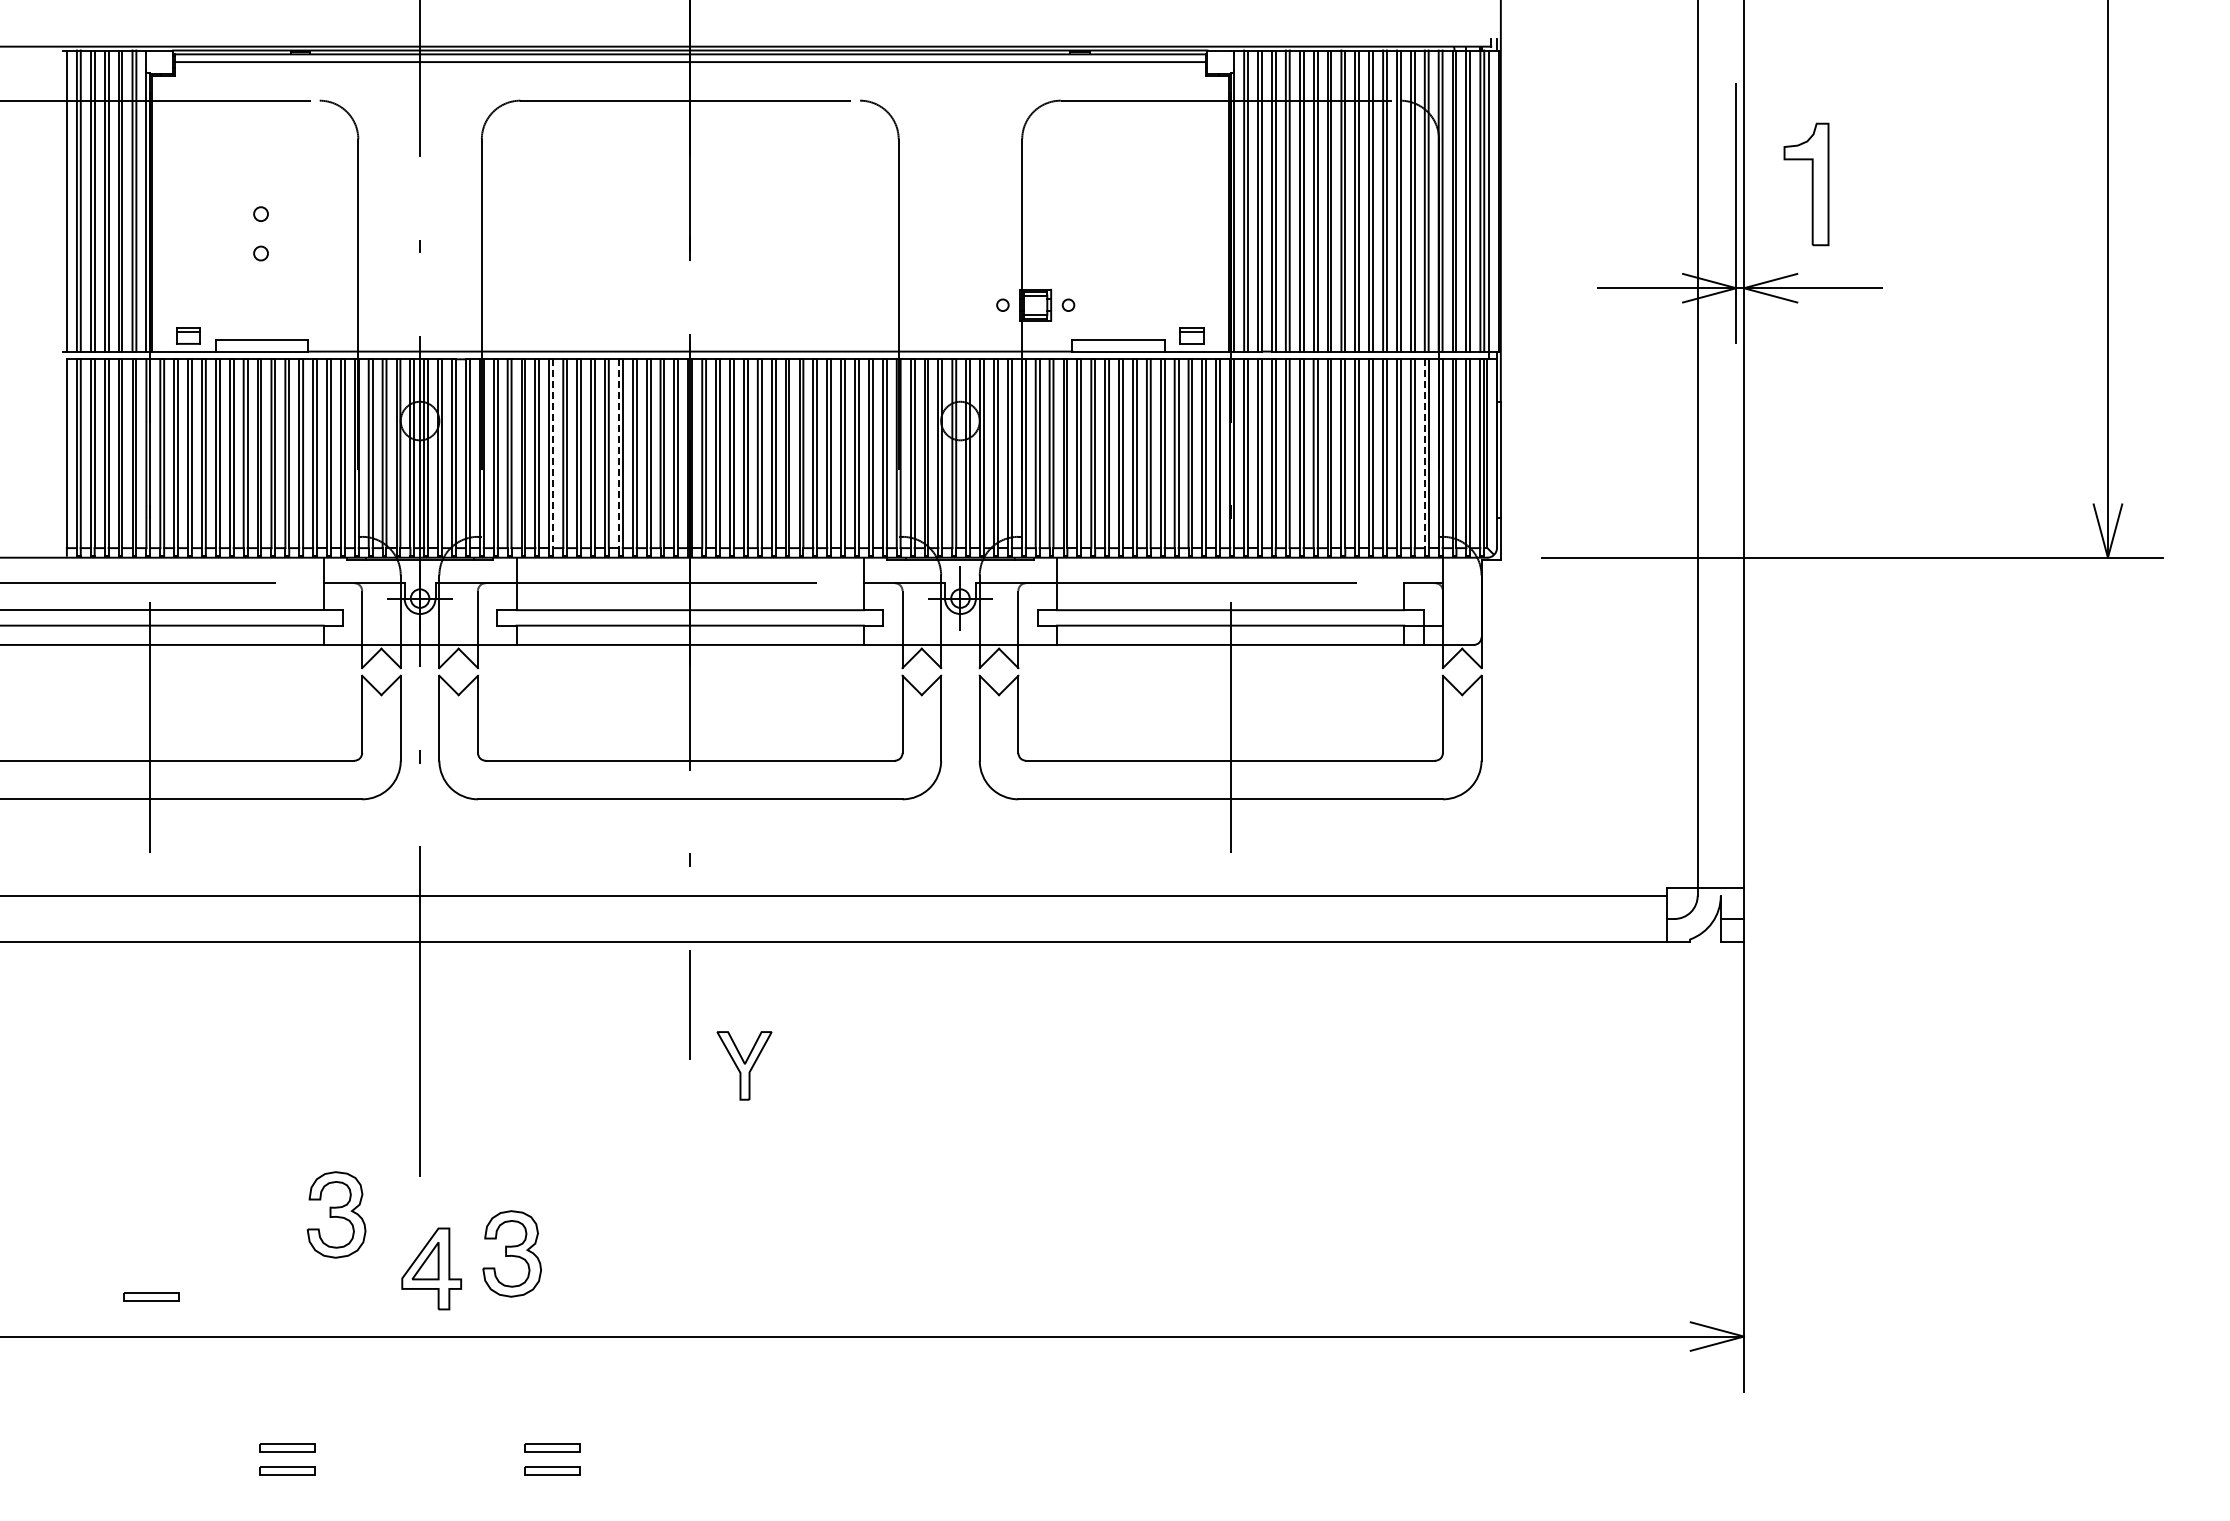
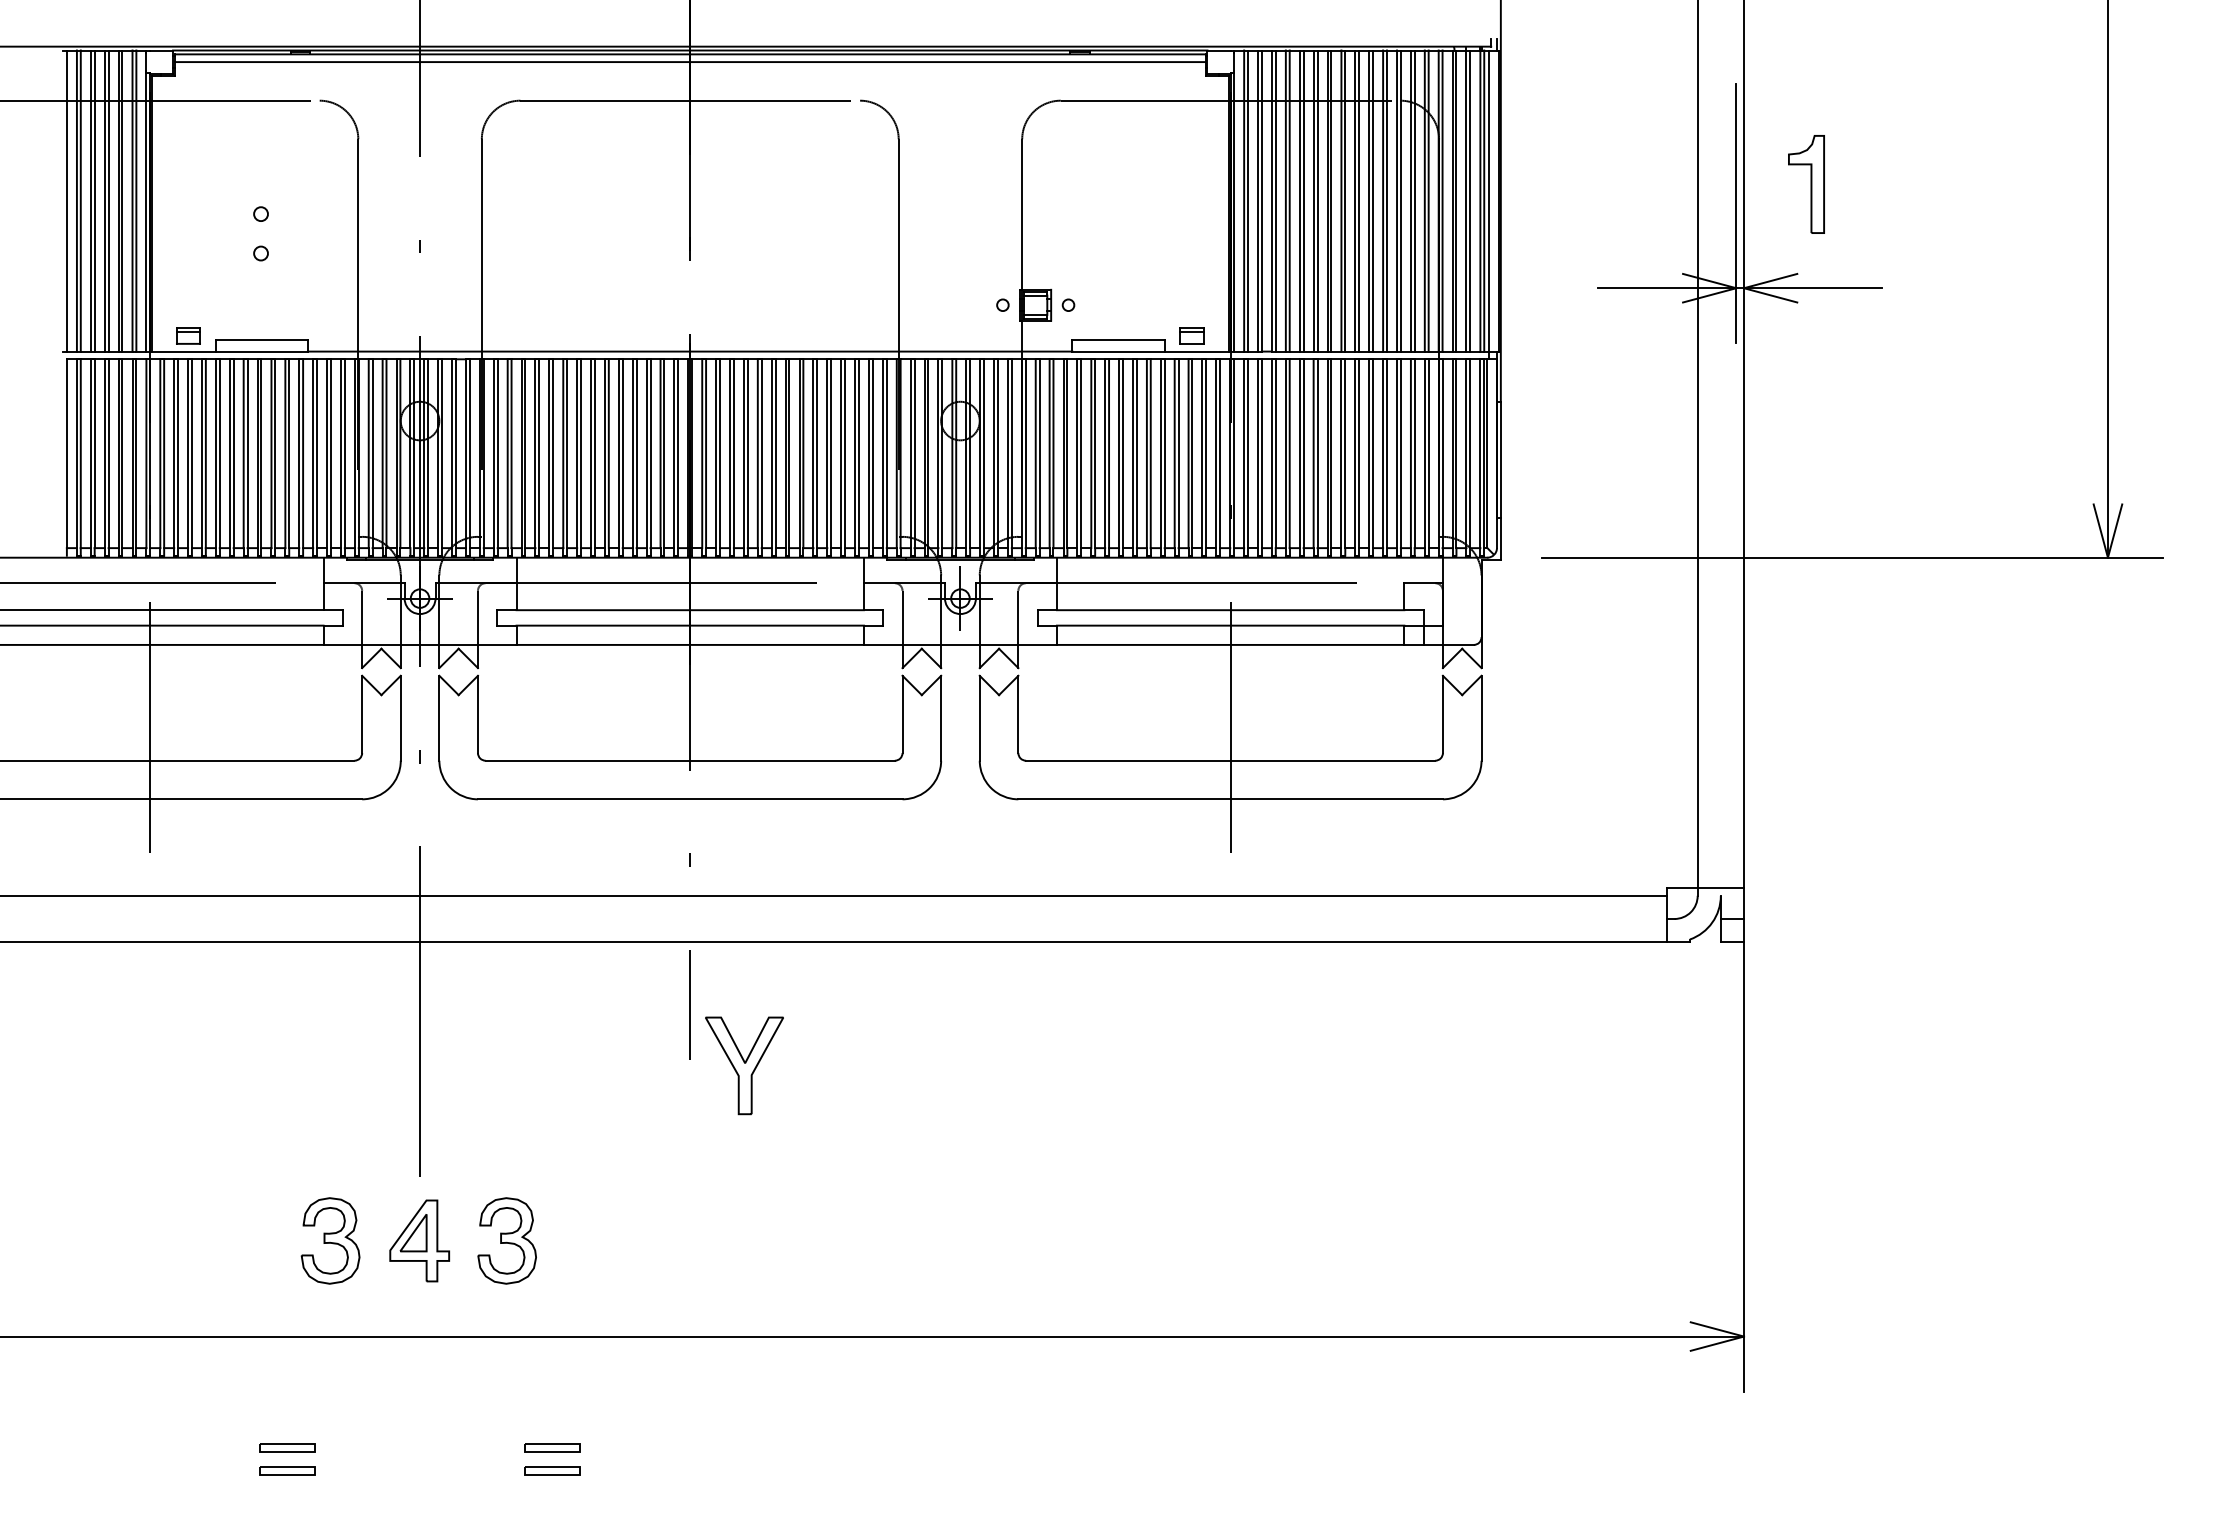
part at (1806, 184) size: 47x125 px -> 37x99 px
line at (553, 454): dashed -> solid
line at (618, 454): dashed -> solid
line at (1424, 454): dashed -> solid
part at (744, 1065) size: 57x70 px -> 79x100 px
part at (336, 1214) position: (336, 1214) -> (330, 1240)
part at (511, 1253) position: (511, 1253) -> (506, 1240)
part at (431, 1268) position: (431, 1268) -> (419, 1240)
part at (151, 1296): present -> none
